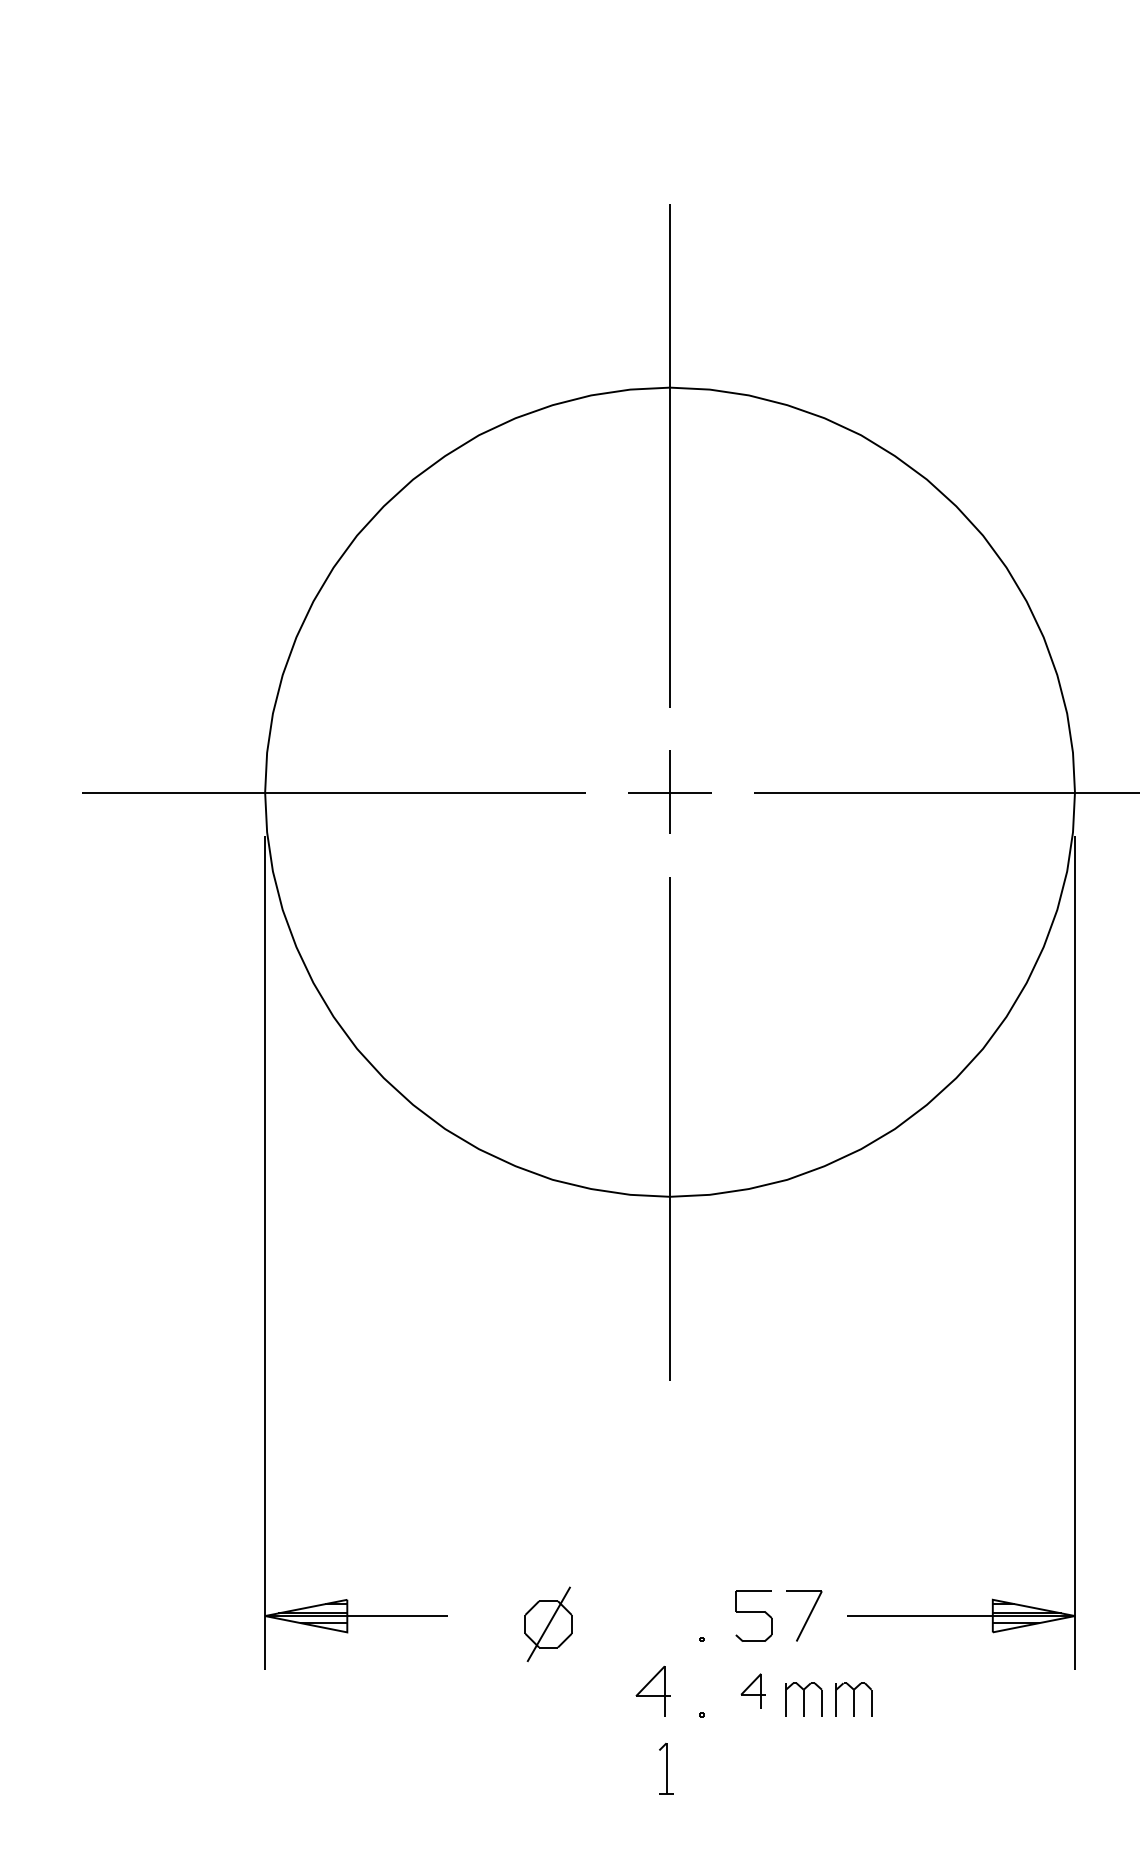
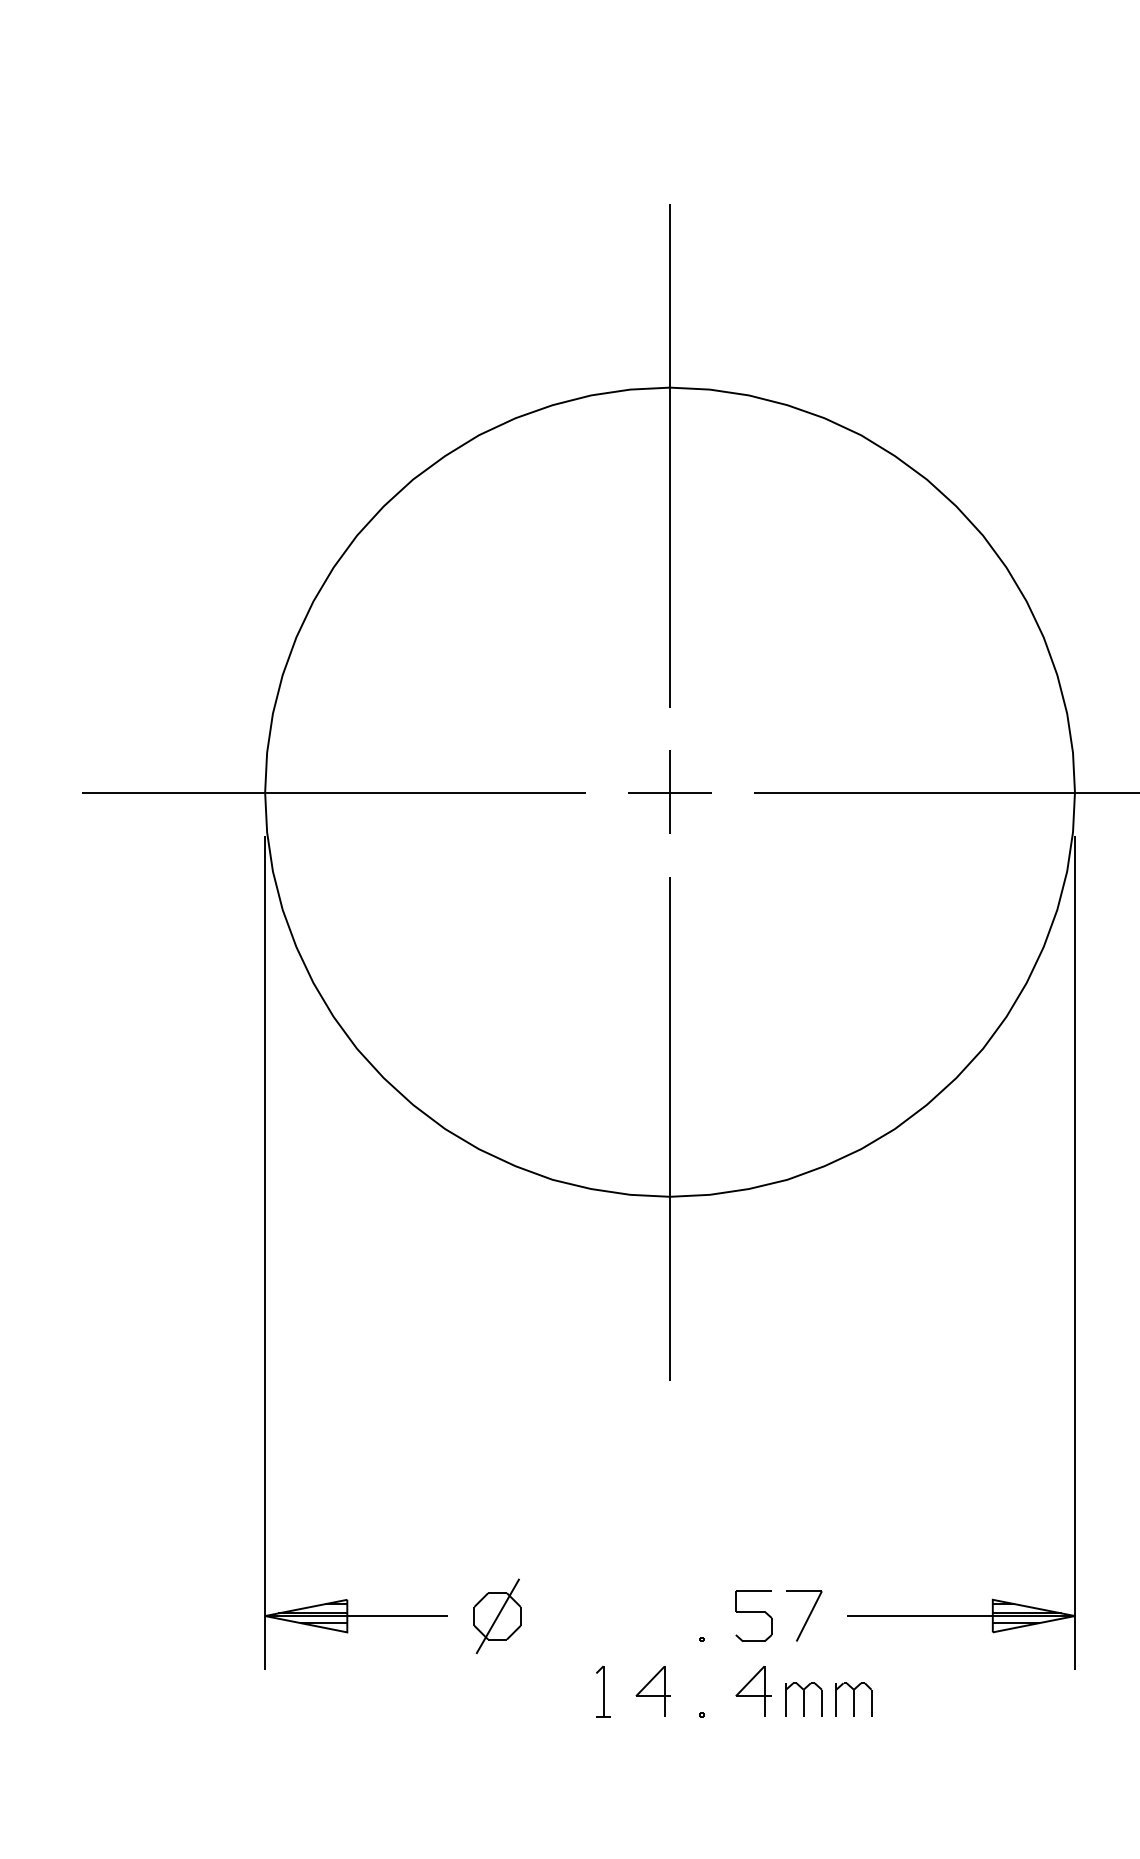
part at (548, 1623) position: (548, 1623) -> (497, 1615)
part at (752, 1690) size: 26x36 px -> 37x51 px
part at (666, 1768) position: (666, 1768) -> (603, 1691)
